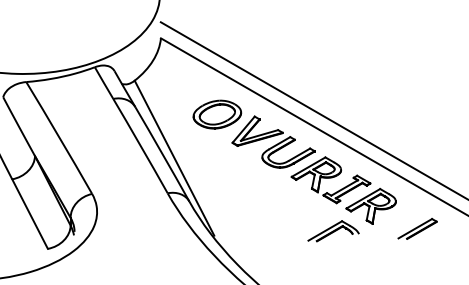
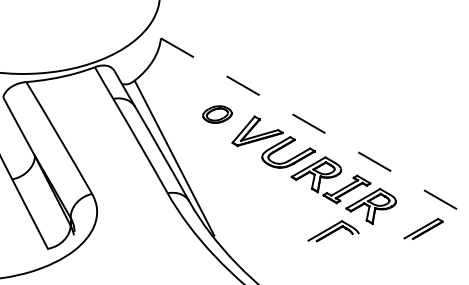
line at (312, 109): present -> none
part at (217, 114) size: 51x31 px -> 31x19 px
line at (314, 127): solid -> dashed
part at (417, 228) position: (417, 228) -> (423, 228)
